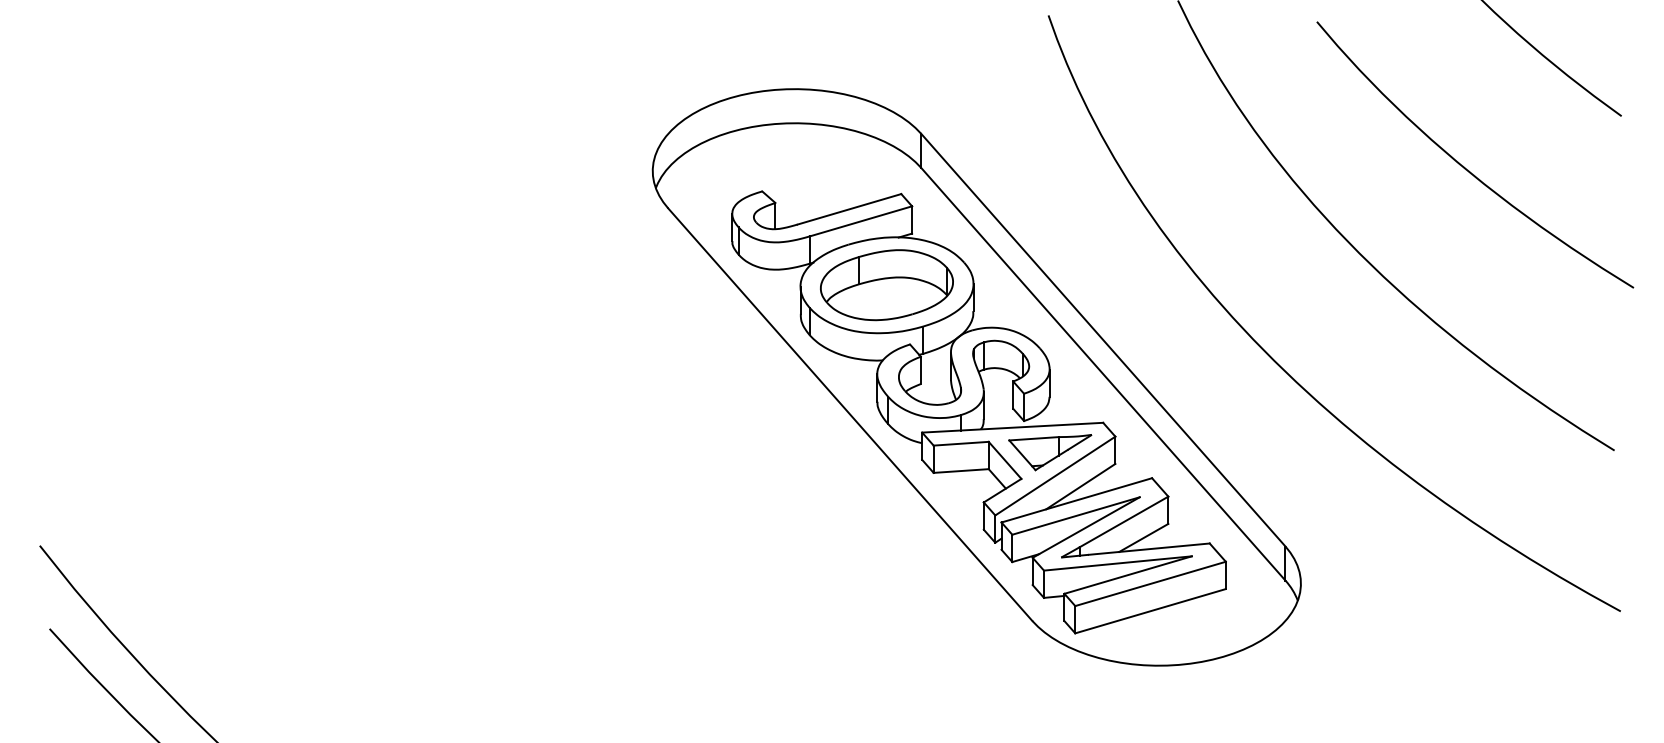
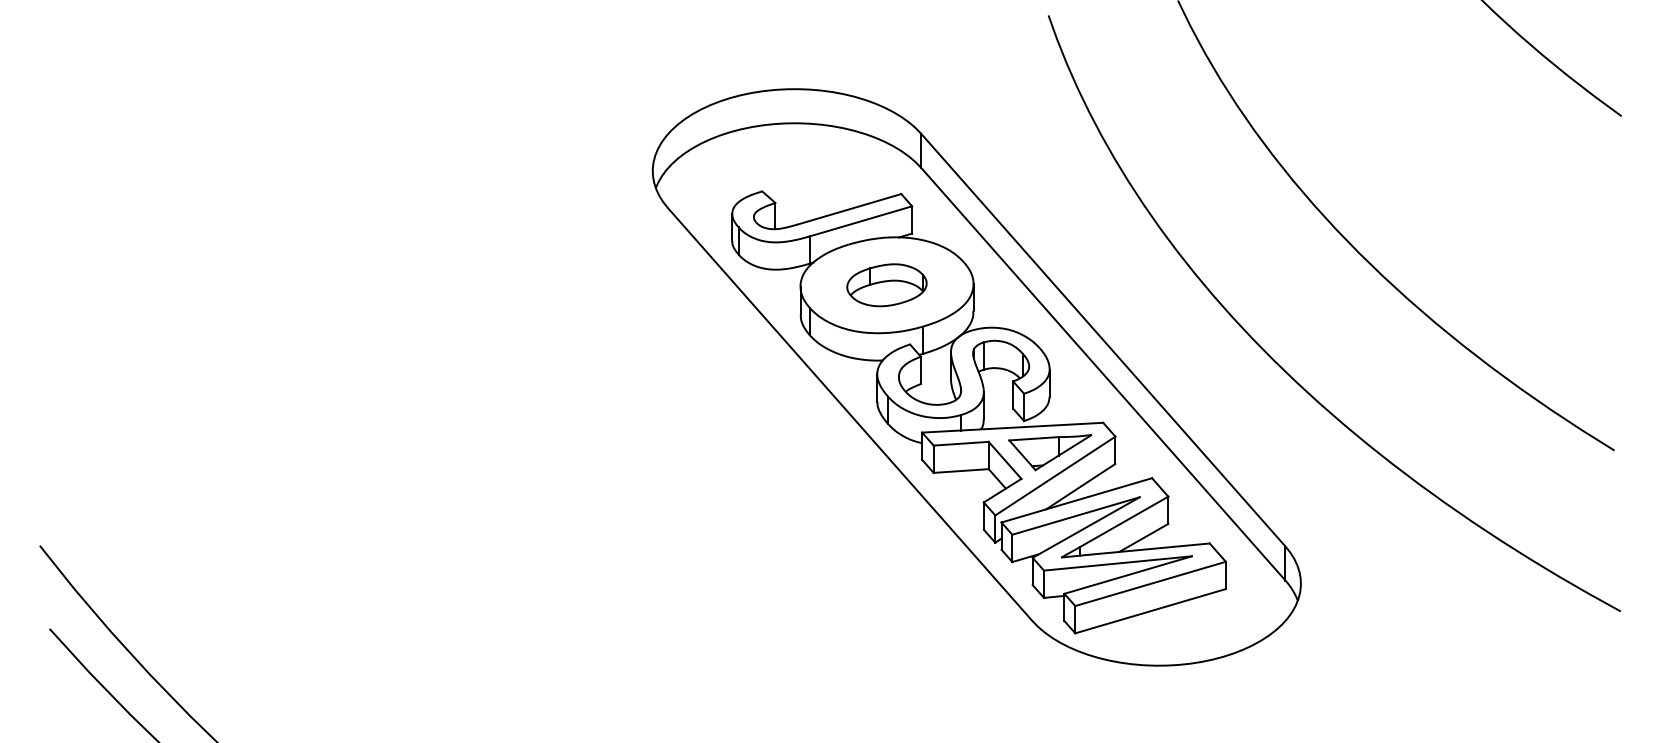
curve at (1463, 165): present -> none
part at (886, 285) size: 134x73 px -> 82x45 px
